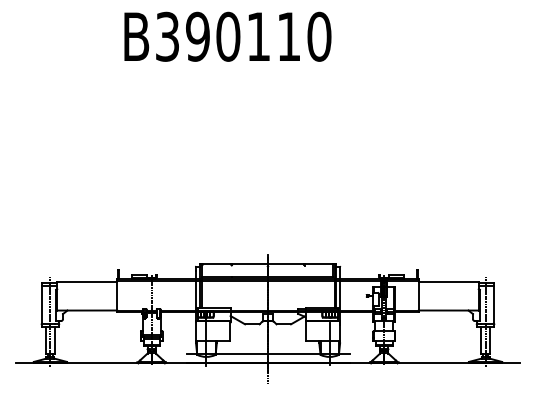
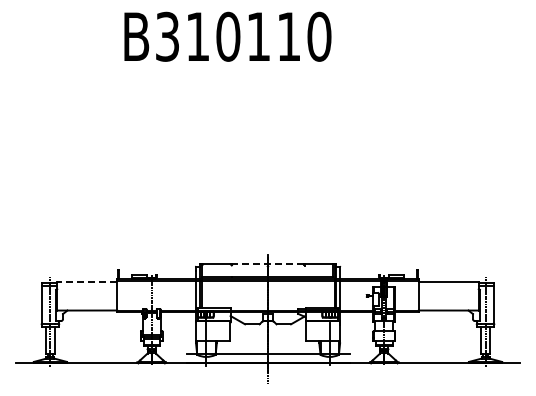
text at (197, 36): B390110 -> B310110
line at (267, 264): solid -> dashed
line at (87, 282): solid -> dashed
